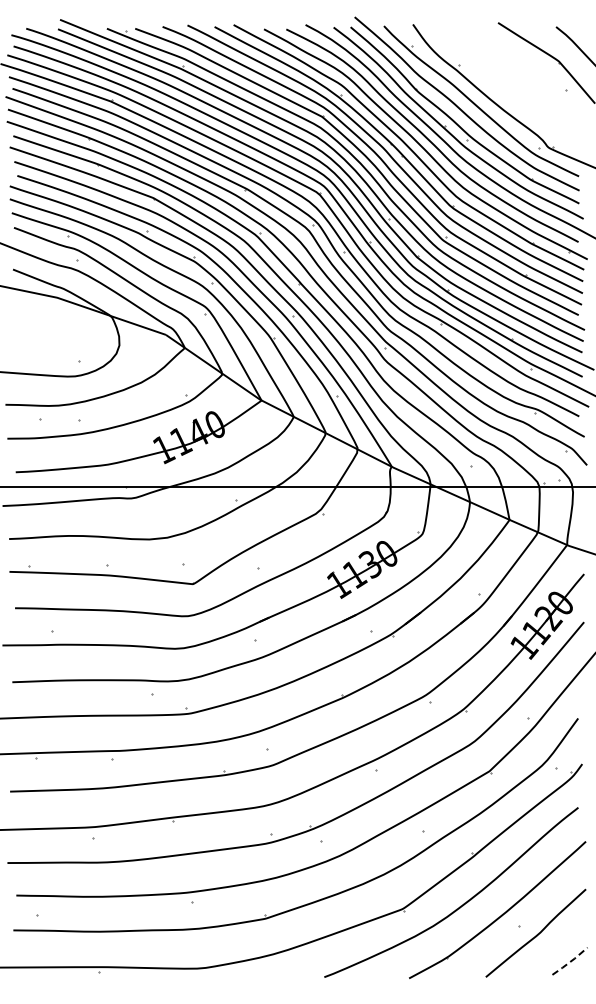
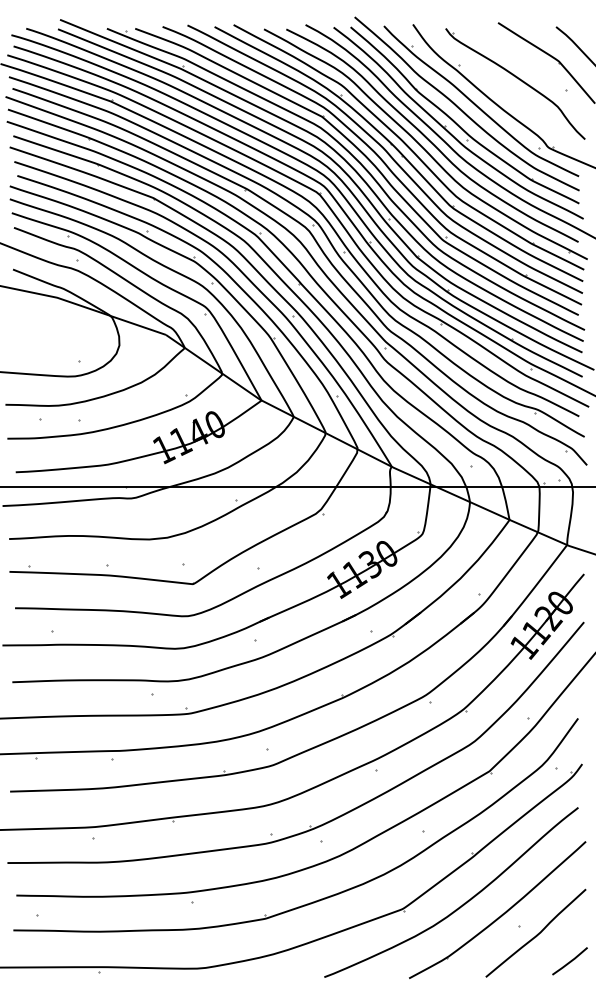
part at (515, 83): none -> present
line at (570, 962): dashed -> solid
